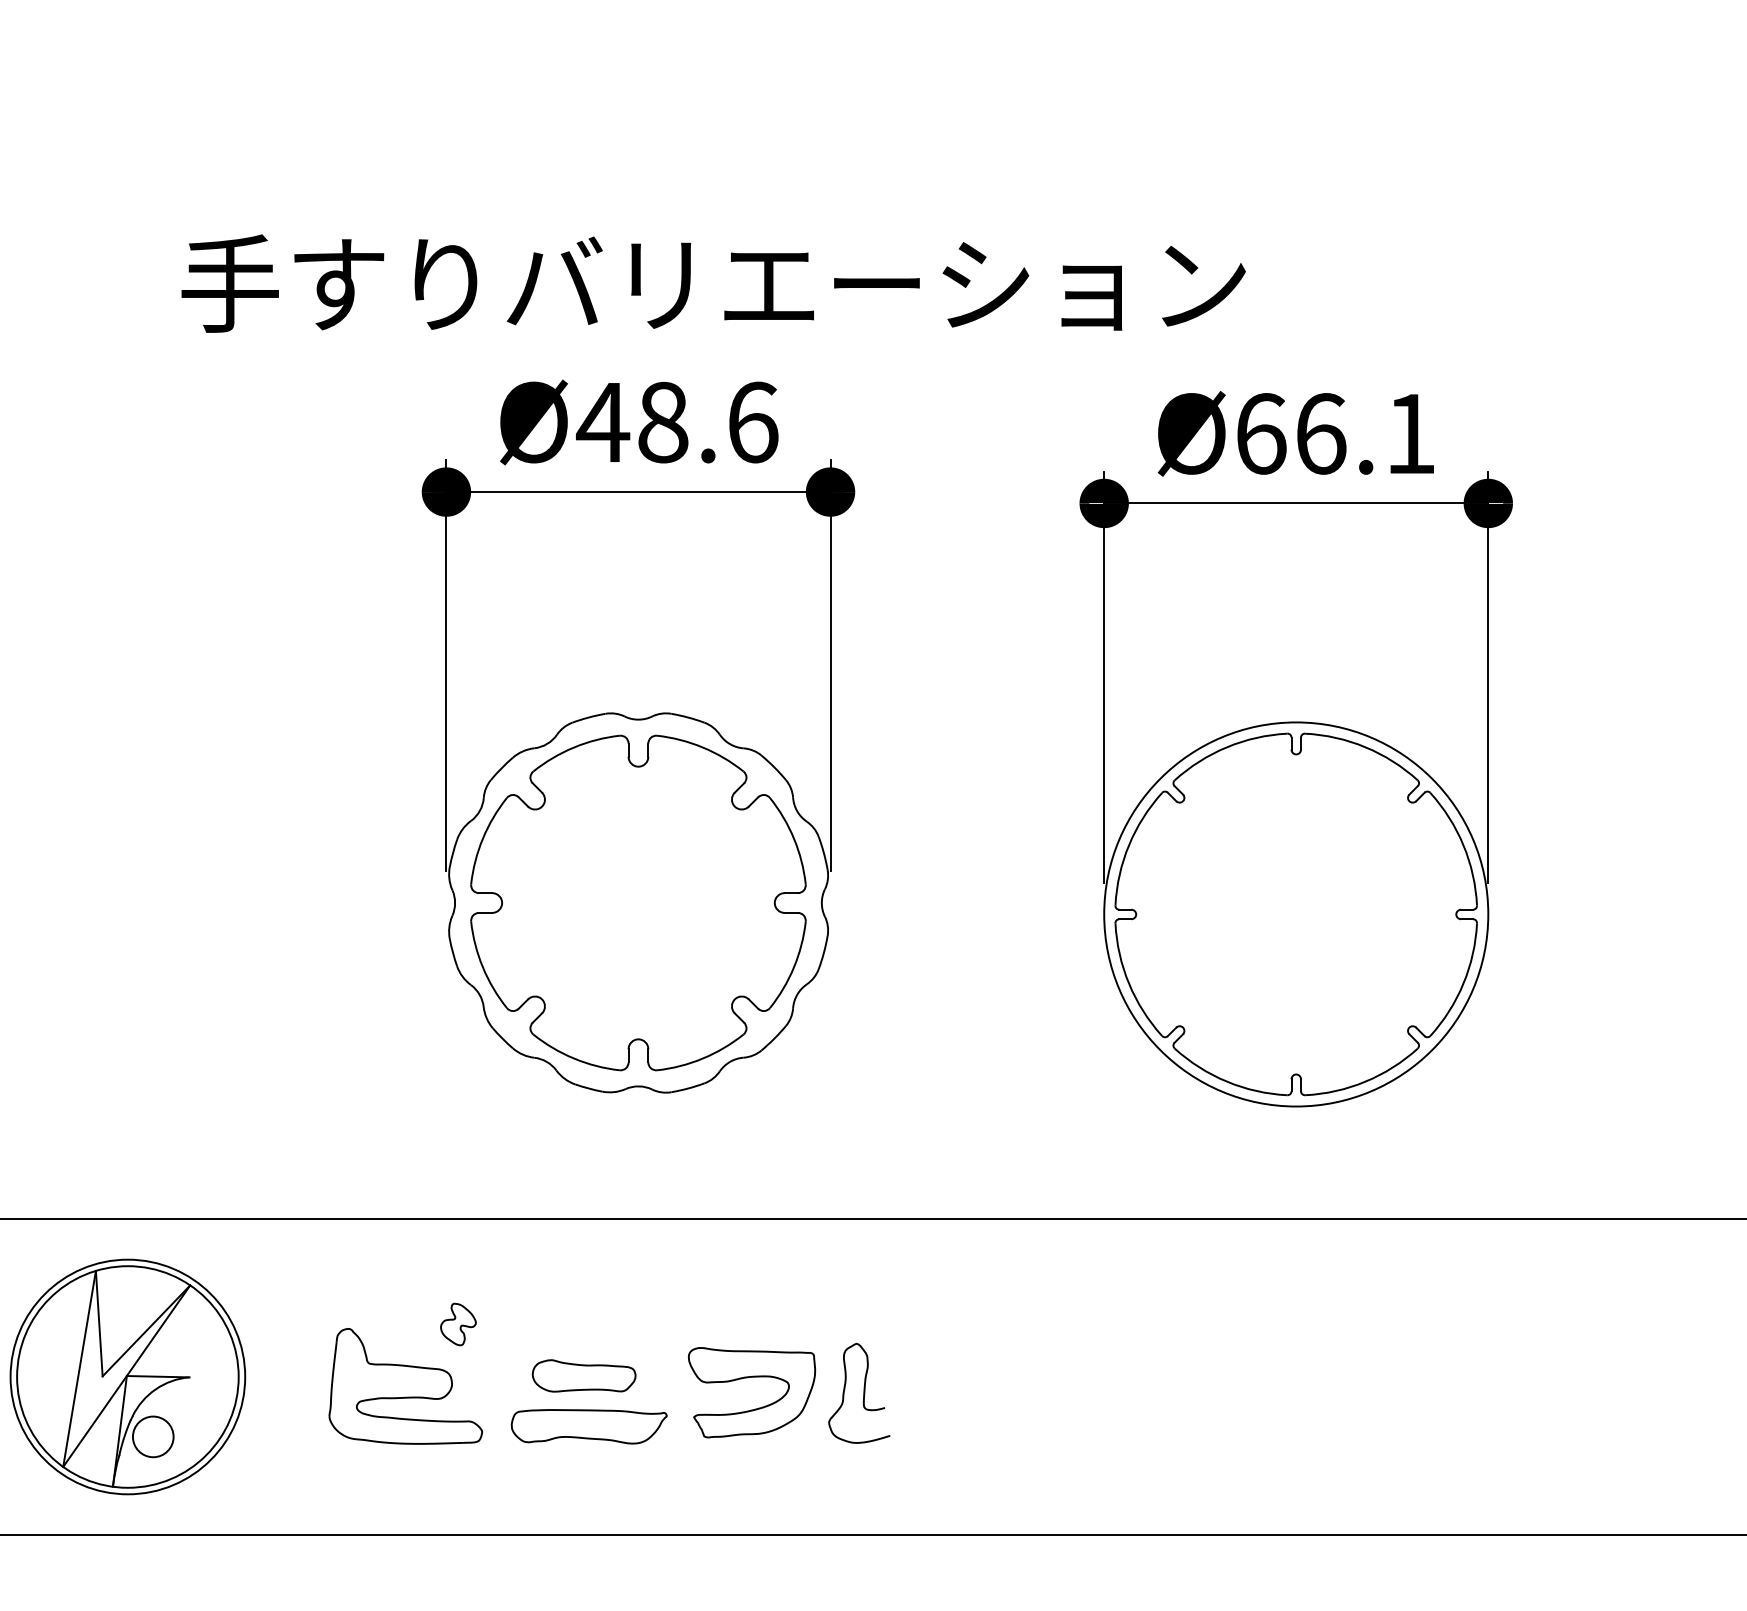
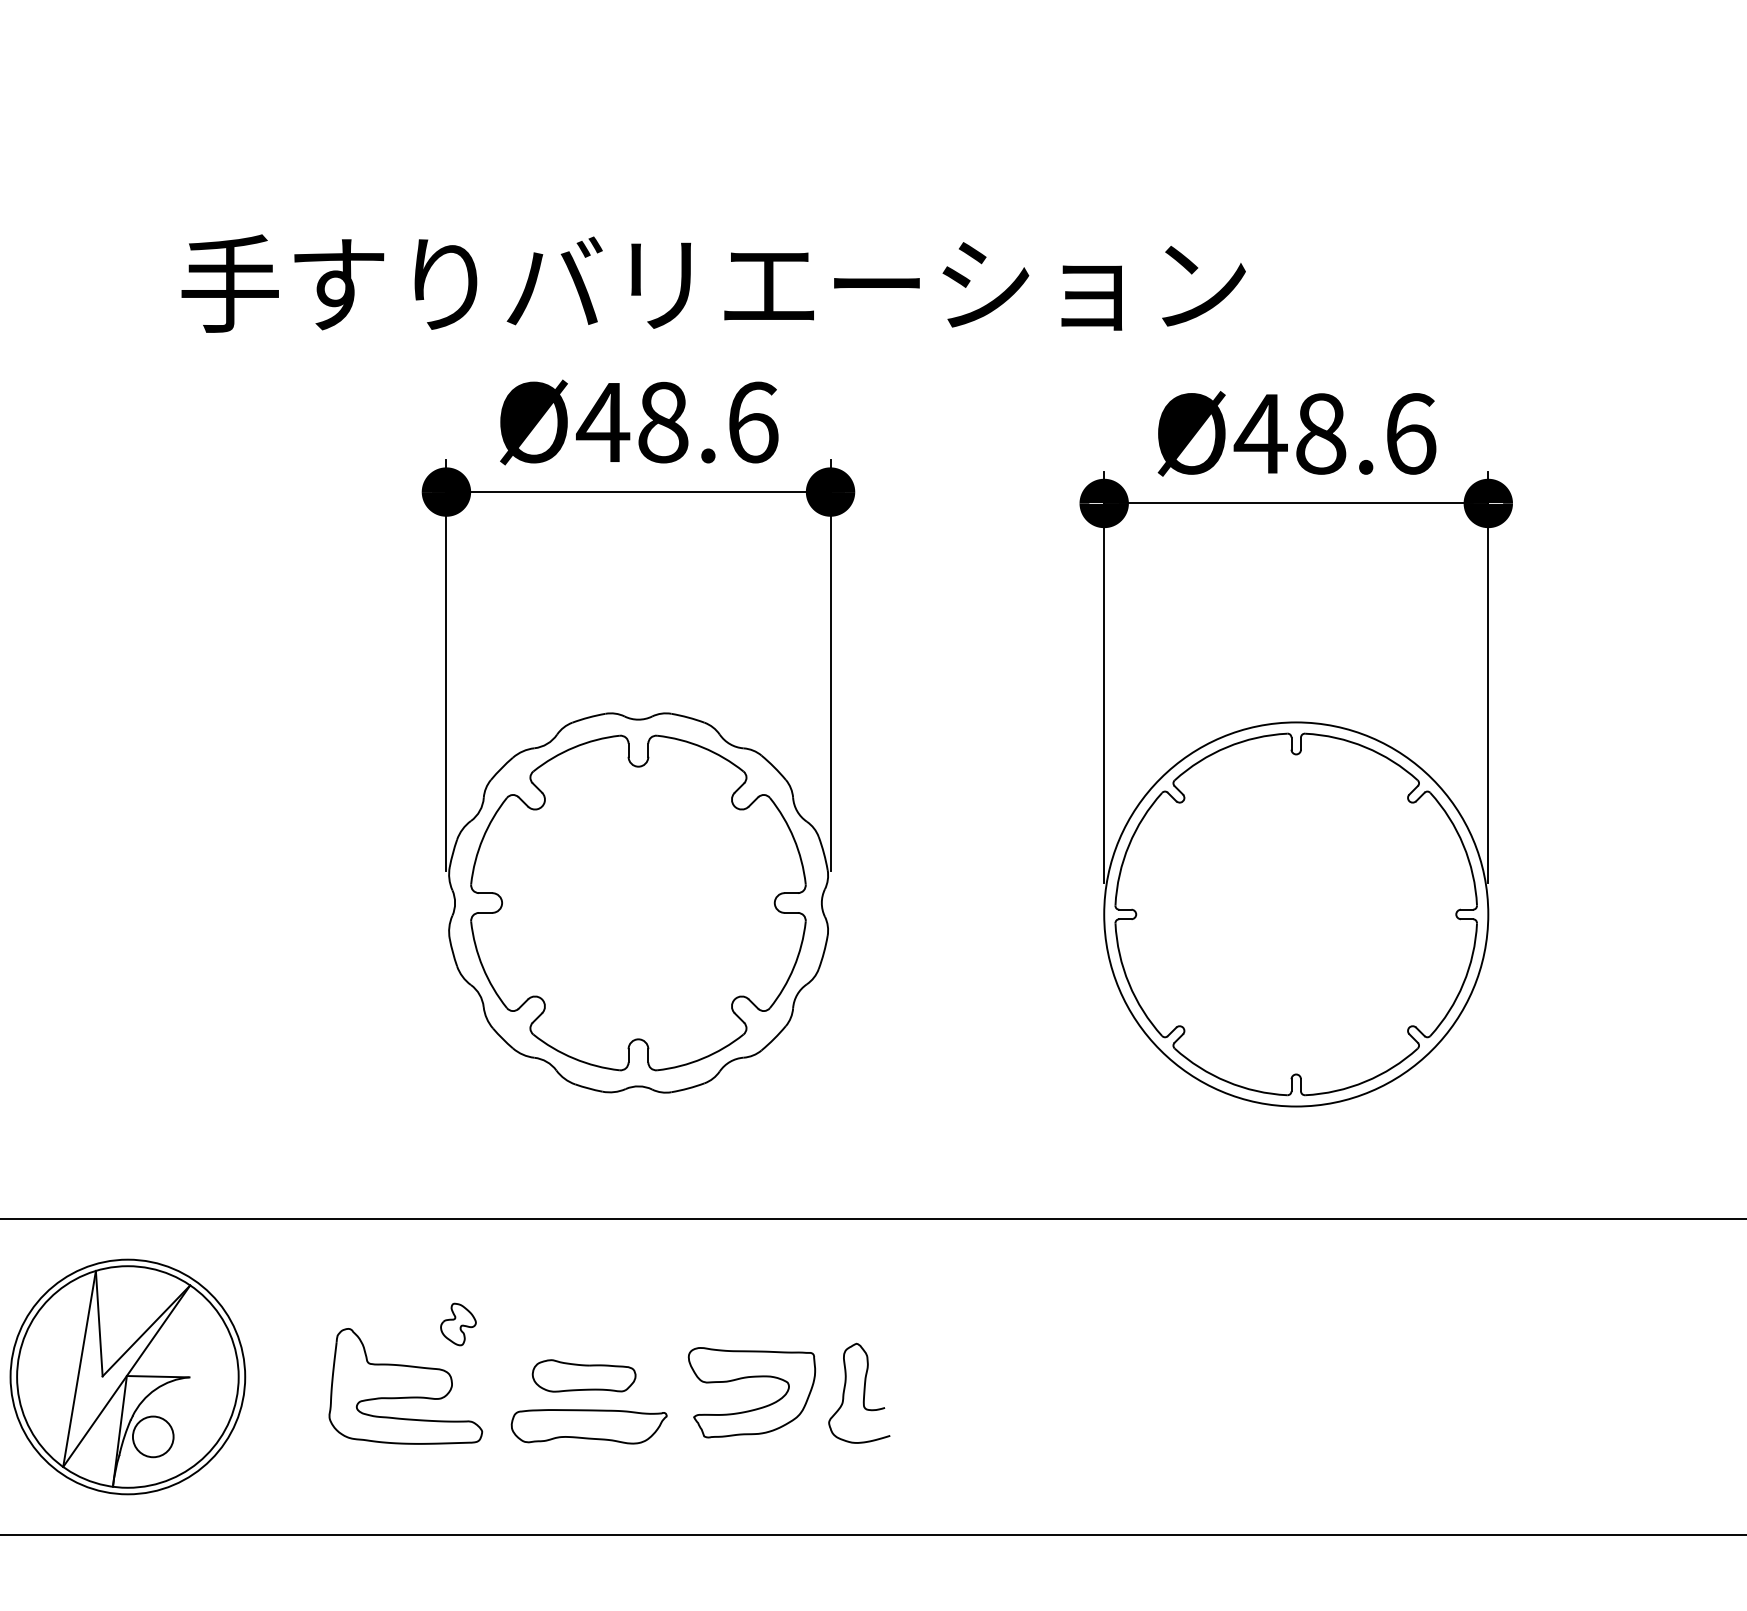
text at (1334, 433): Ø66.1 -> Ø48.6
